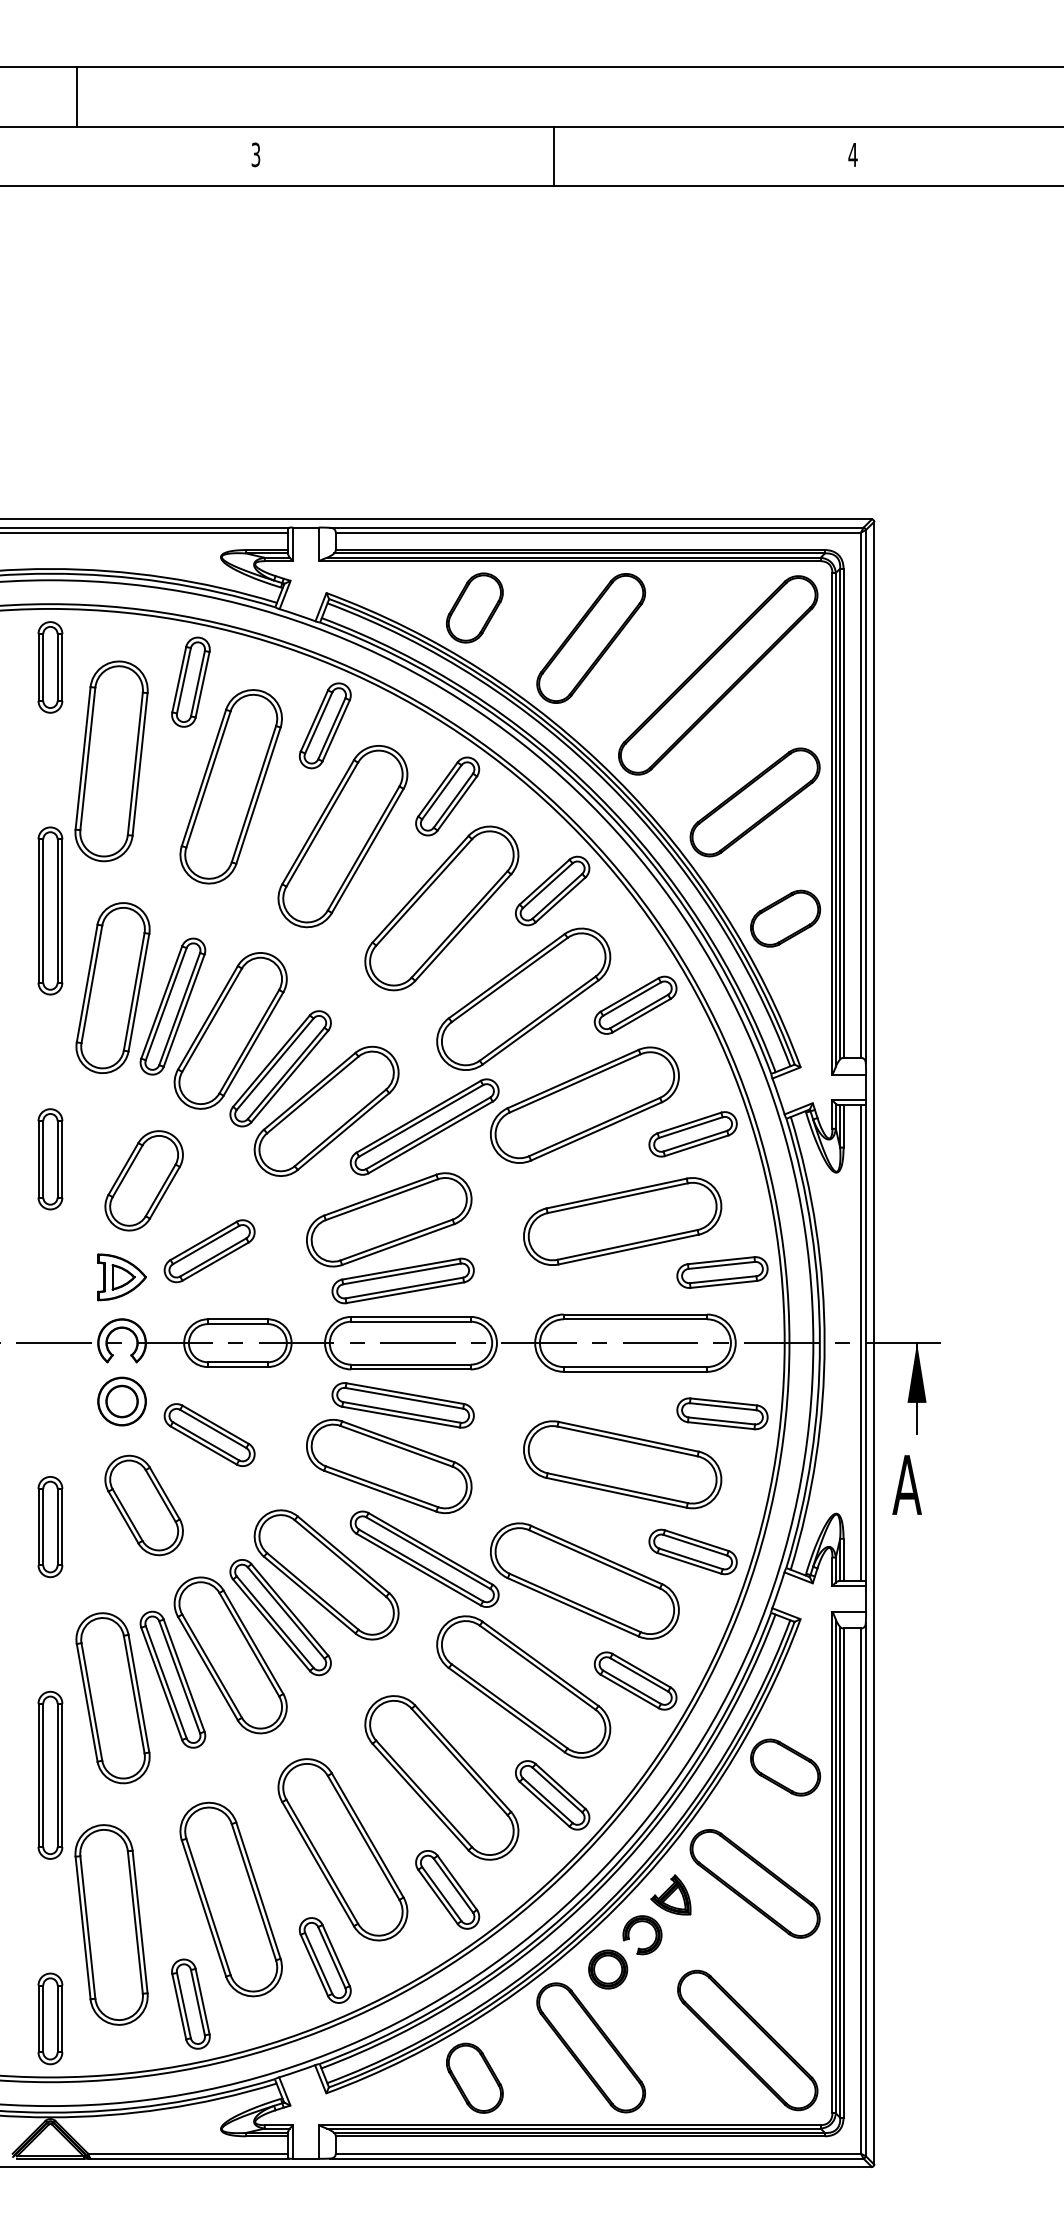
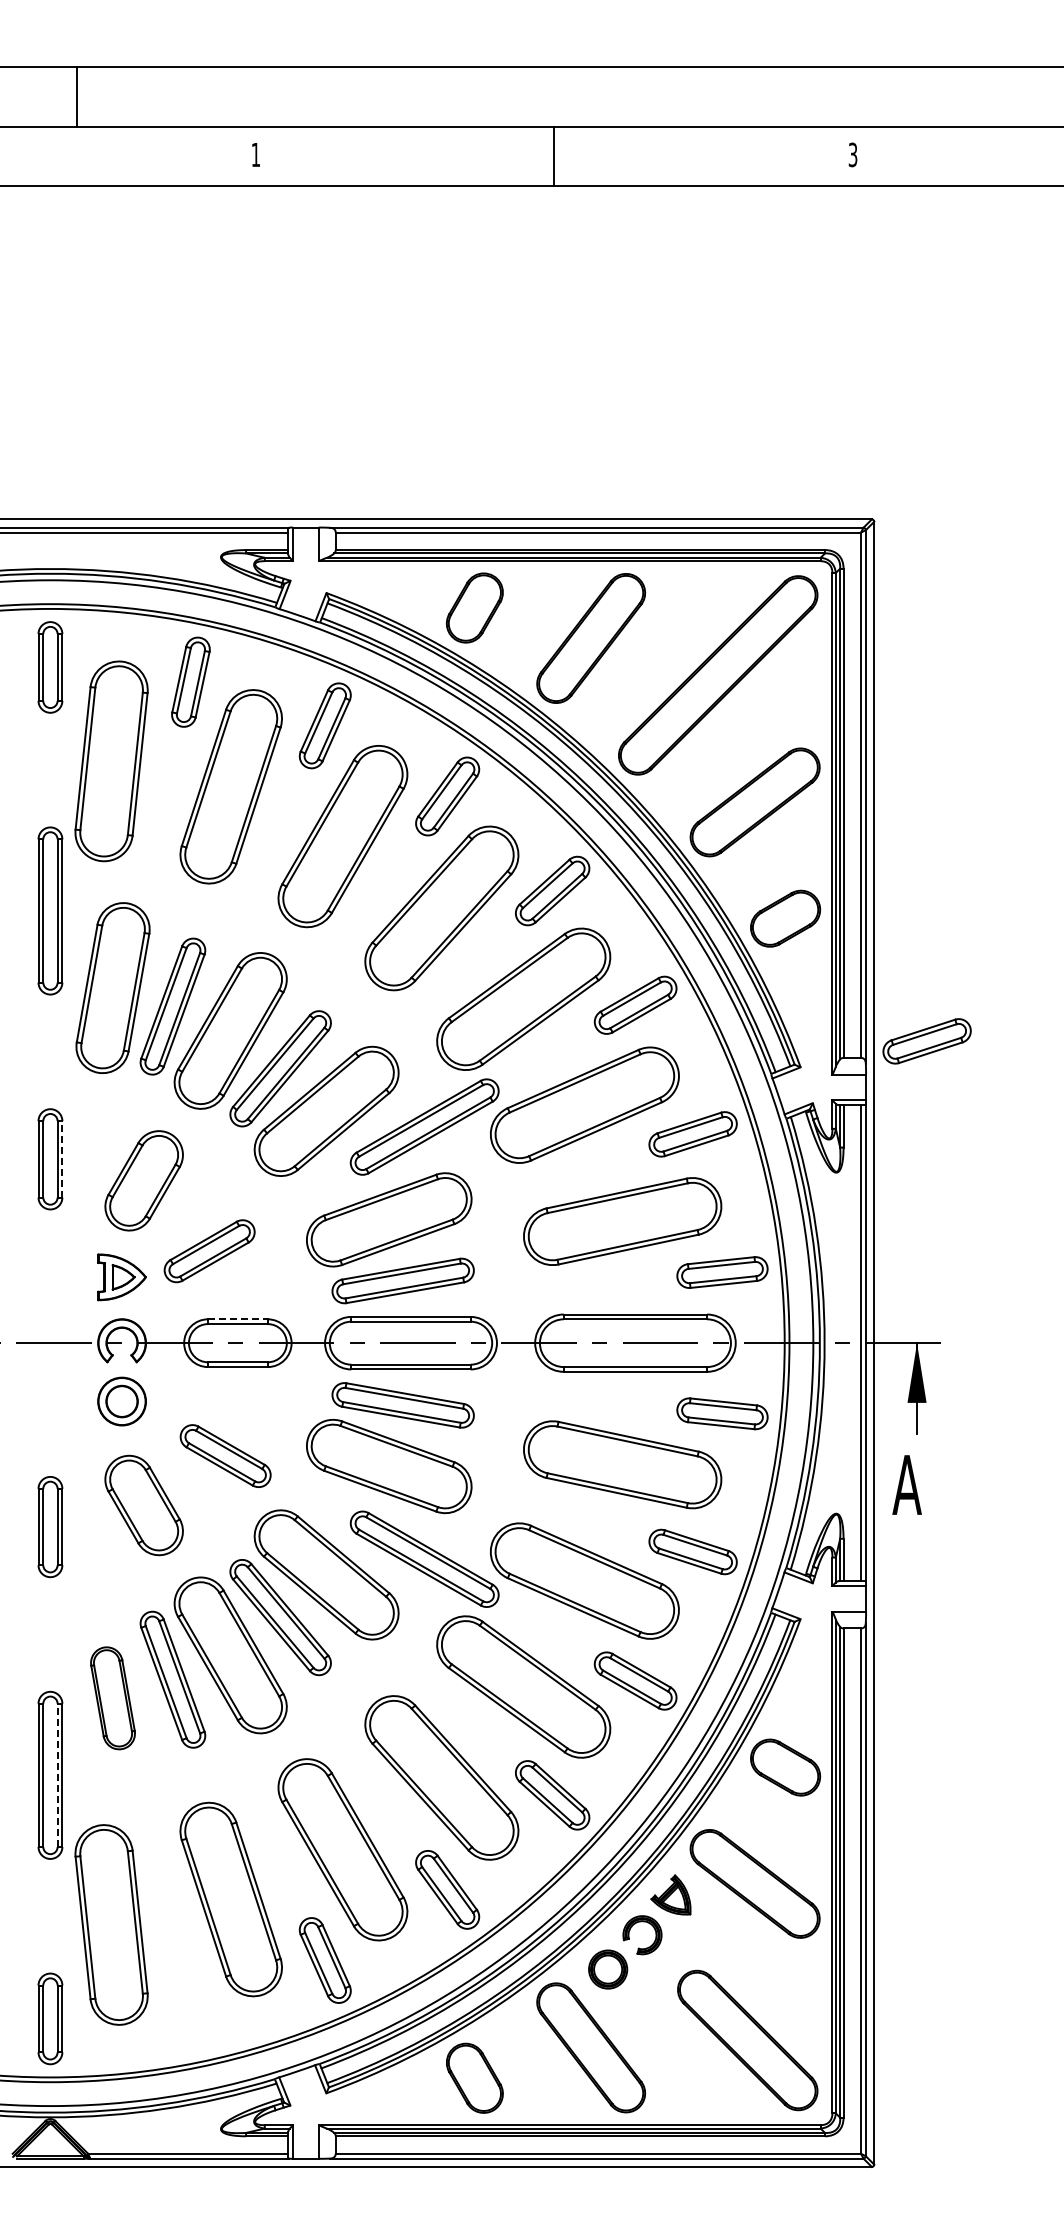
text at (255, 154): 3 -> 1
text at (852, 154): 4 -> 3
part at (926, 1041): none -> present
line at (62, 1158): solid -> dashed
line at (237, 1319): solid -> dashed
part at (209, 1435) position: (209, 1435) -> (225, 1456)
part at (112, 1698) size: 76x173 px -> 46x105 px
line at (57, 1775): solid -> dashed
part at (190, 2003): present -> none
